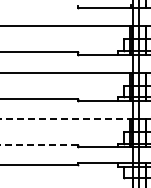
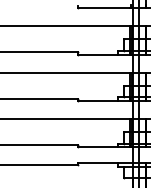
line at (65, 119): dashed -> solid
line at (38, 144): dashed -> solid
